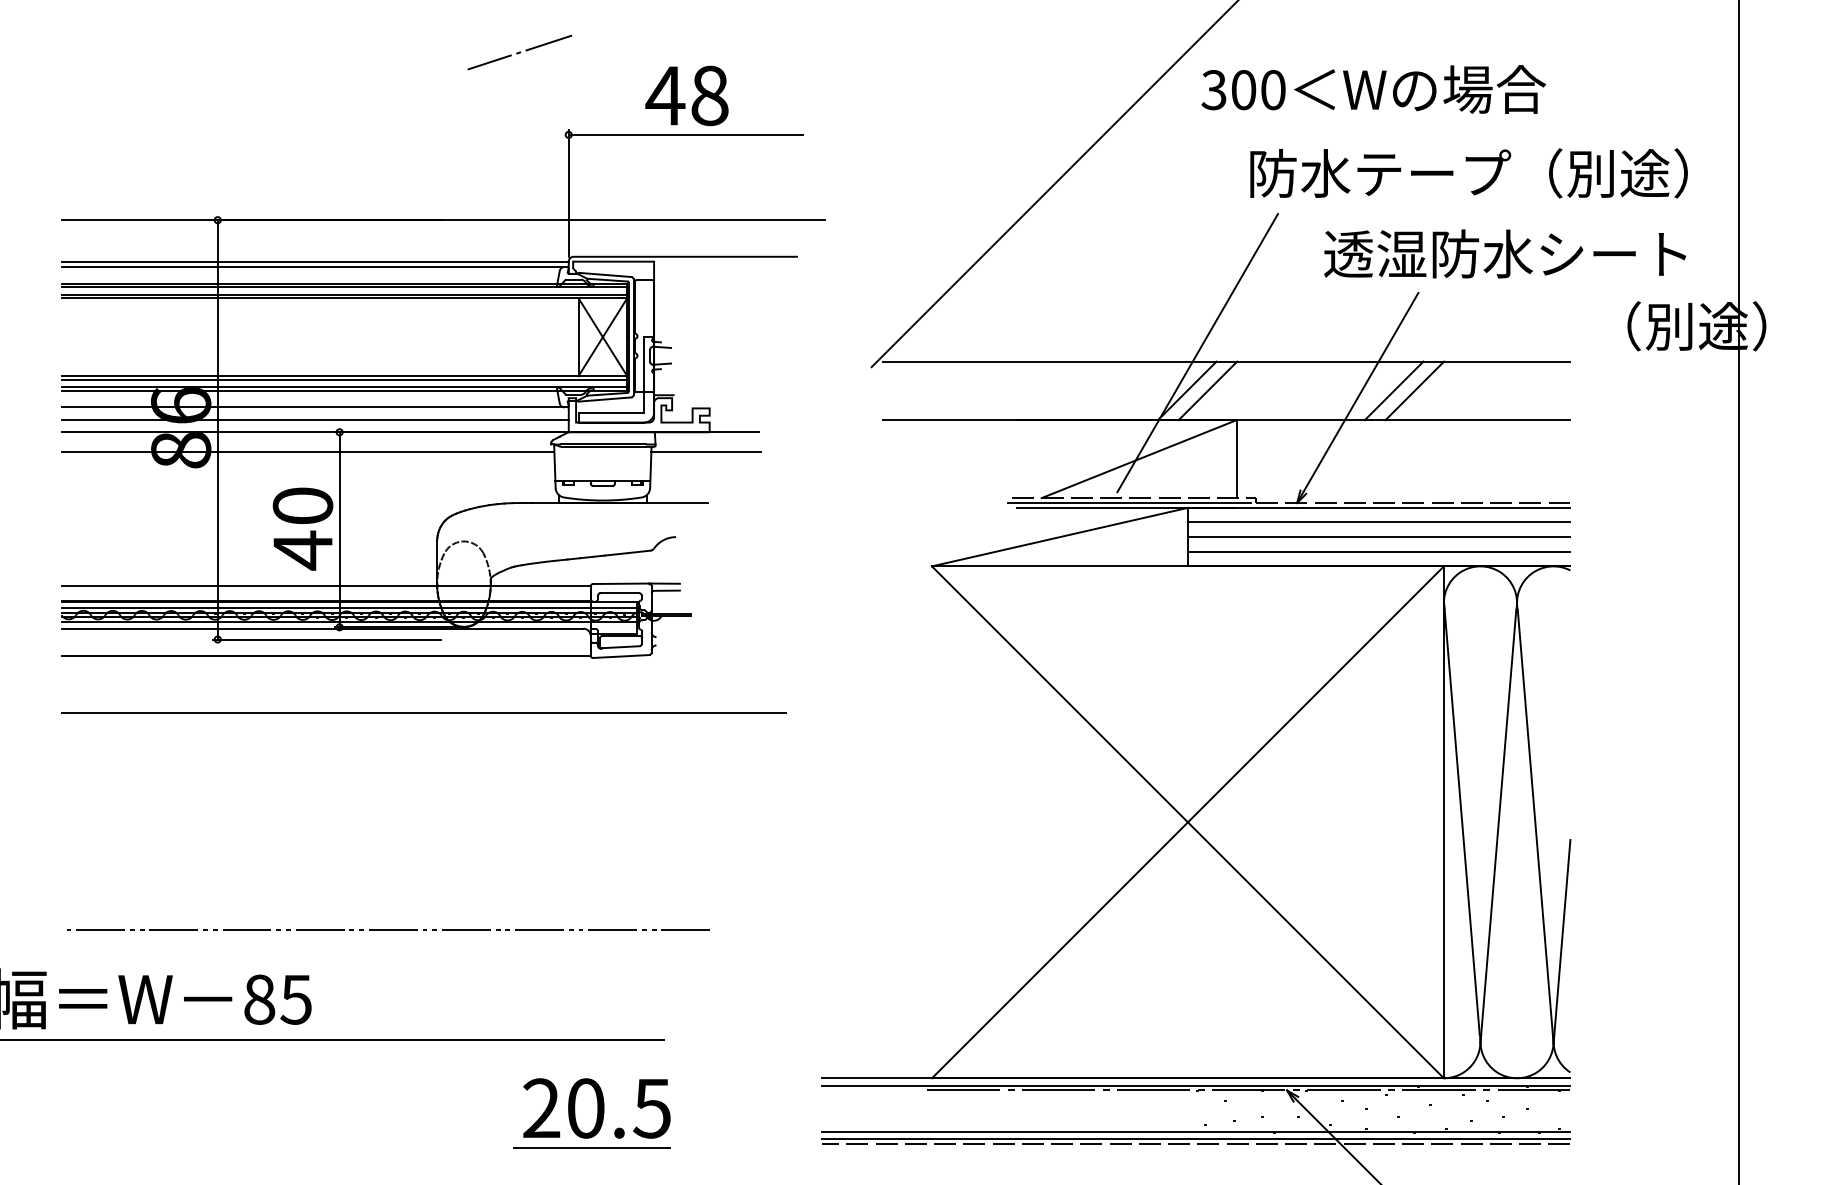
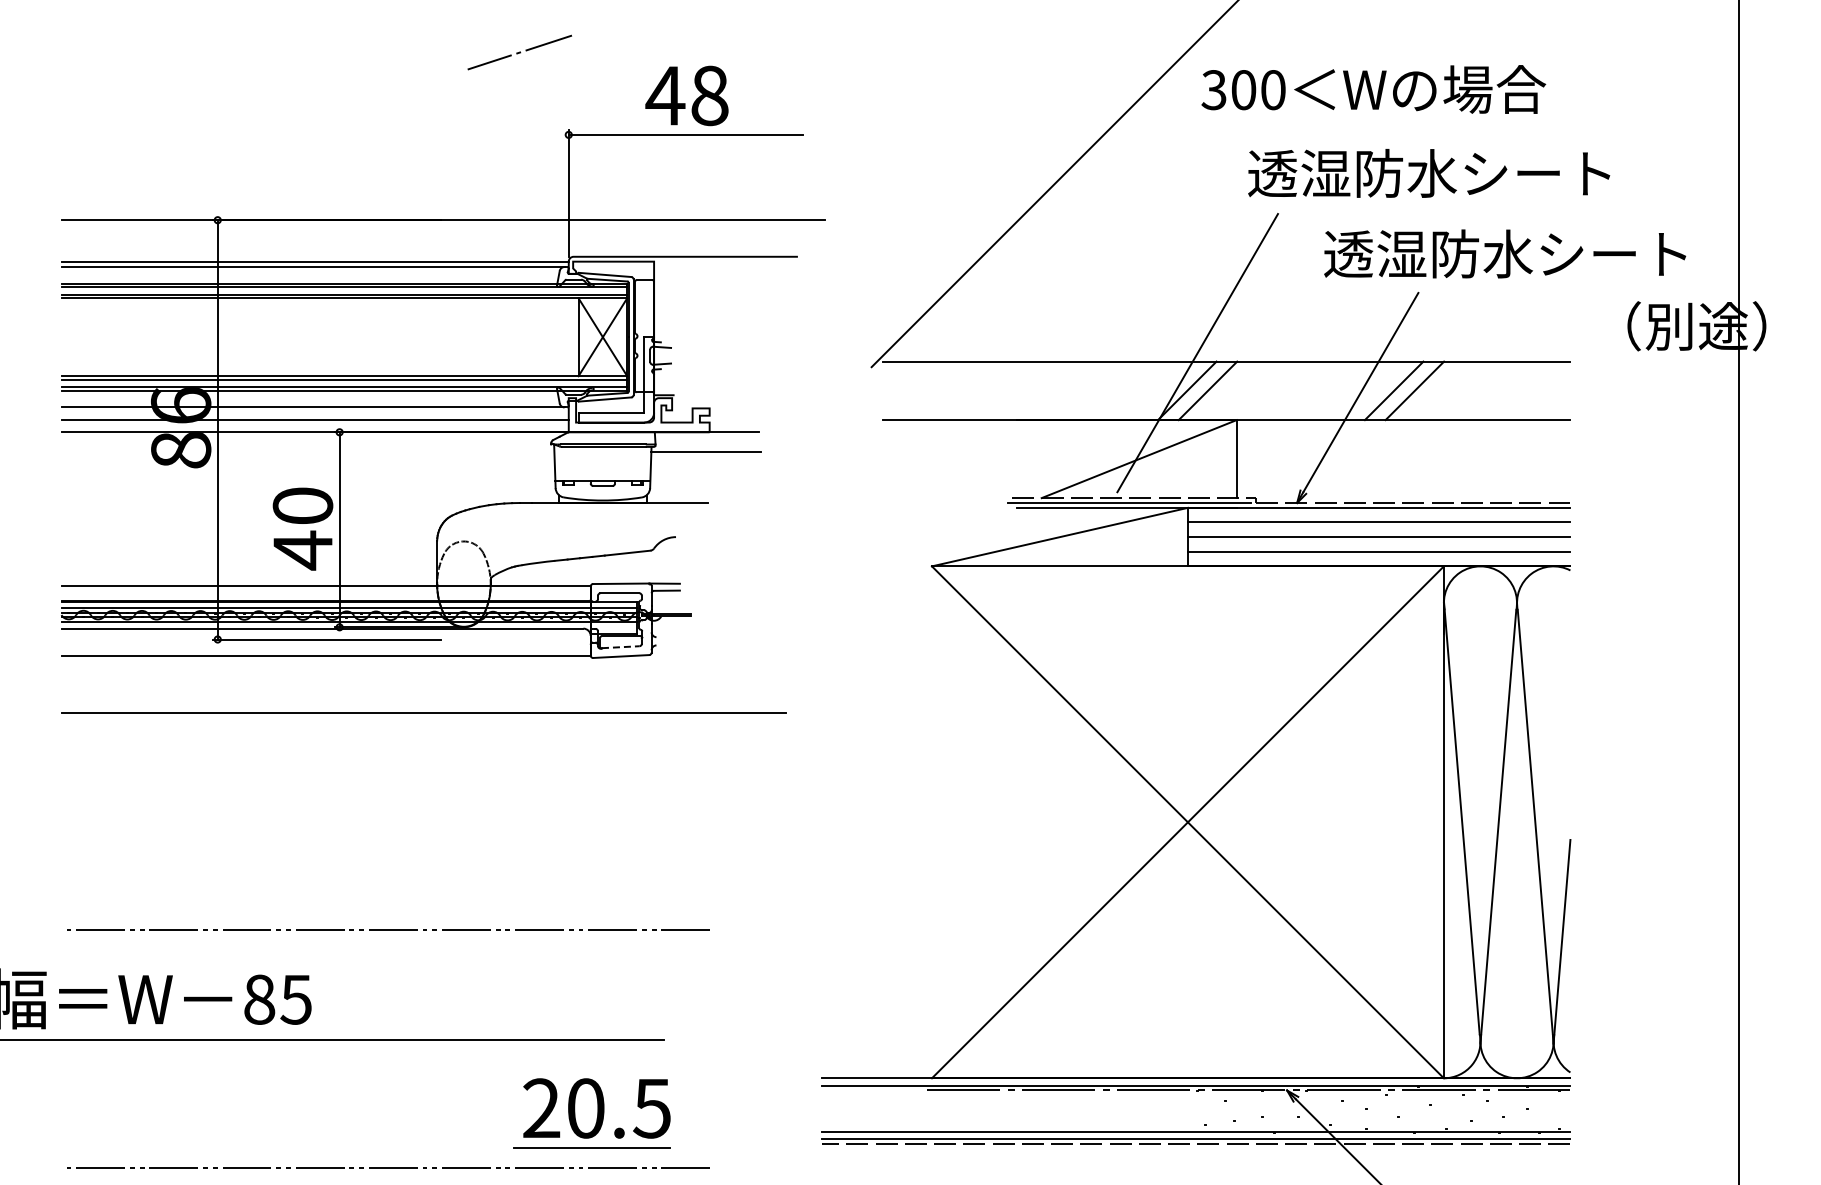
text at (1467, 173): 防水テープ（別途） -> 透湿防水シート
line at (308, 451): present -> none
line at (620, 647): solid -> dashed
line at (388, 1167): none -> present
